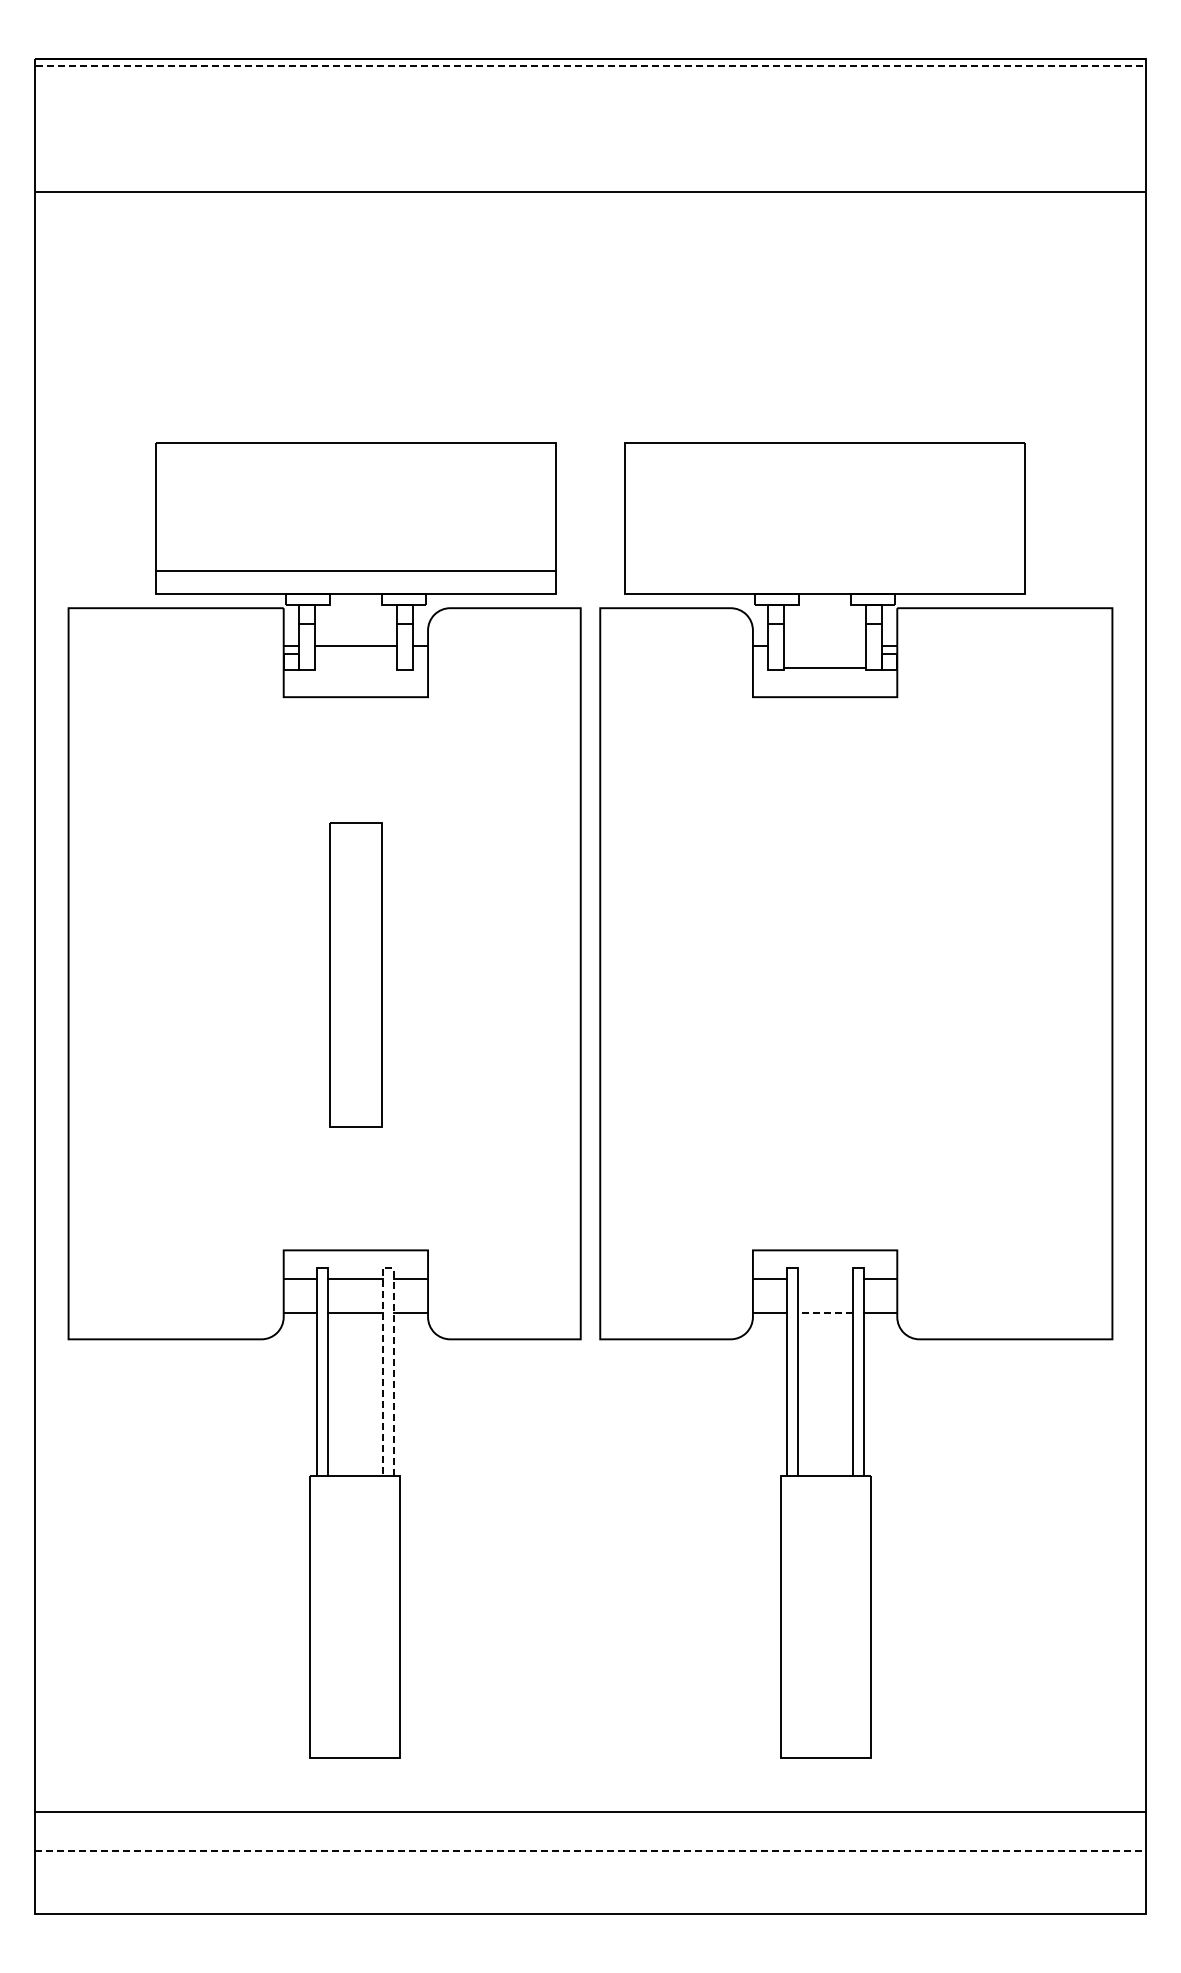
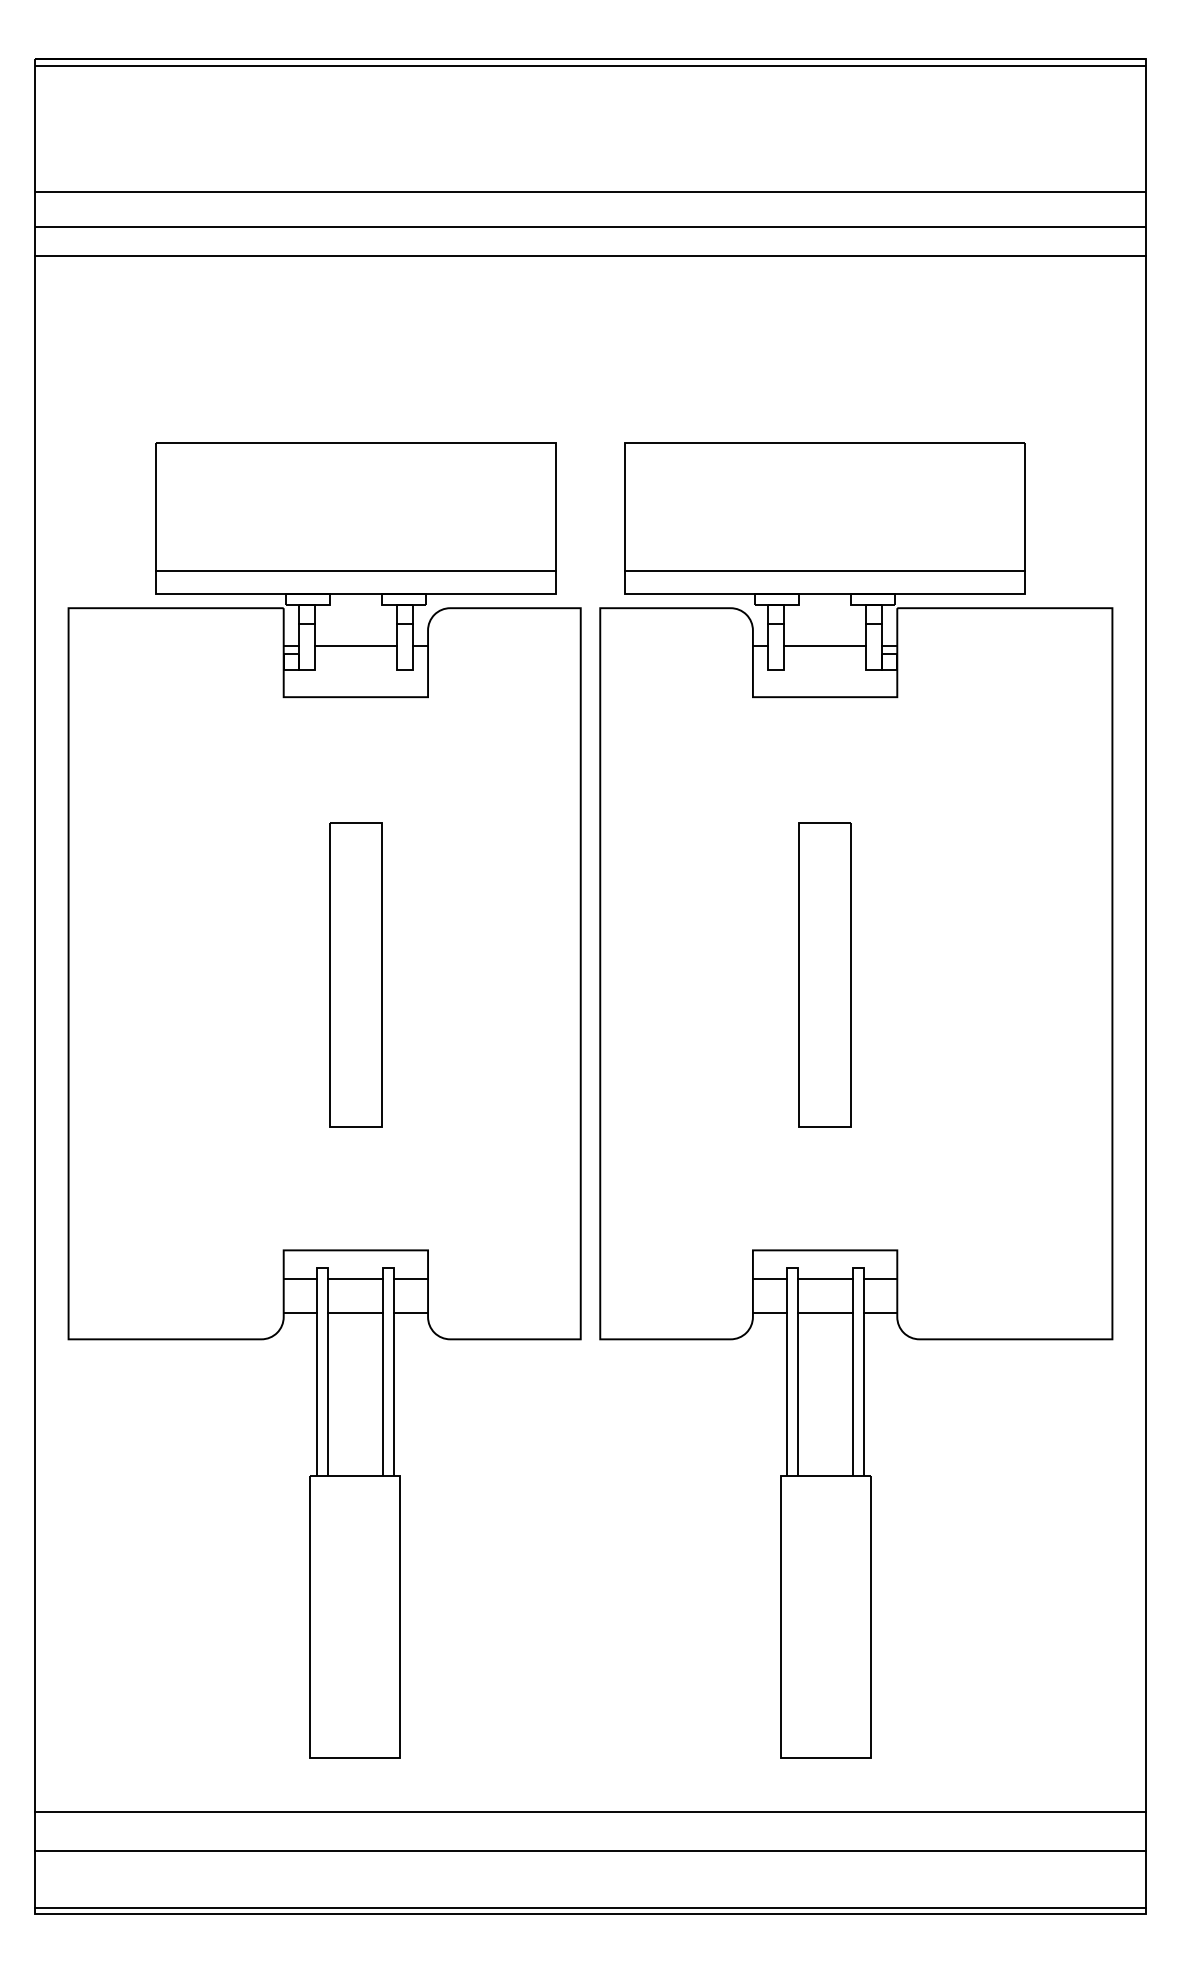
line at (590, 65): dashed -> solid
line at (590, 226): none -> present
line at (590, 256): none -> present
line at (825, 571): none -> present
line at (824, 667) position: (824, 667) -> (824, 645)
part at (824, 974): none -> present
line at (387, 1268): dashed -> solid
line at (825, 1279): none -> present
line at (825, 1313): dashed -> solid
line at (590, 1851): dashed -> solid
line at (590, 1907): none -> present
